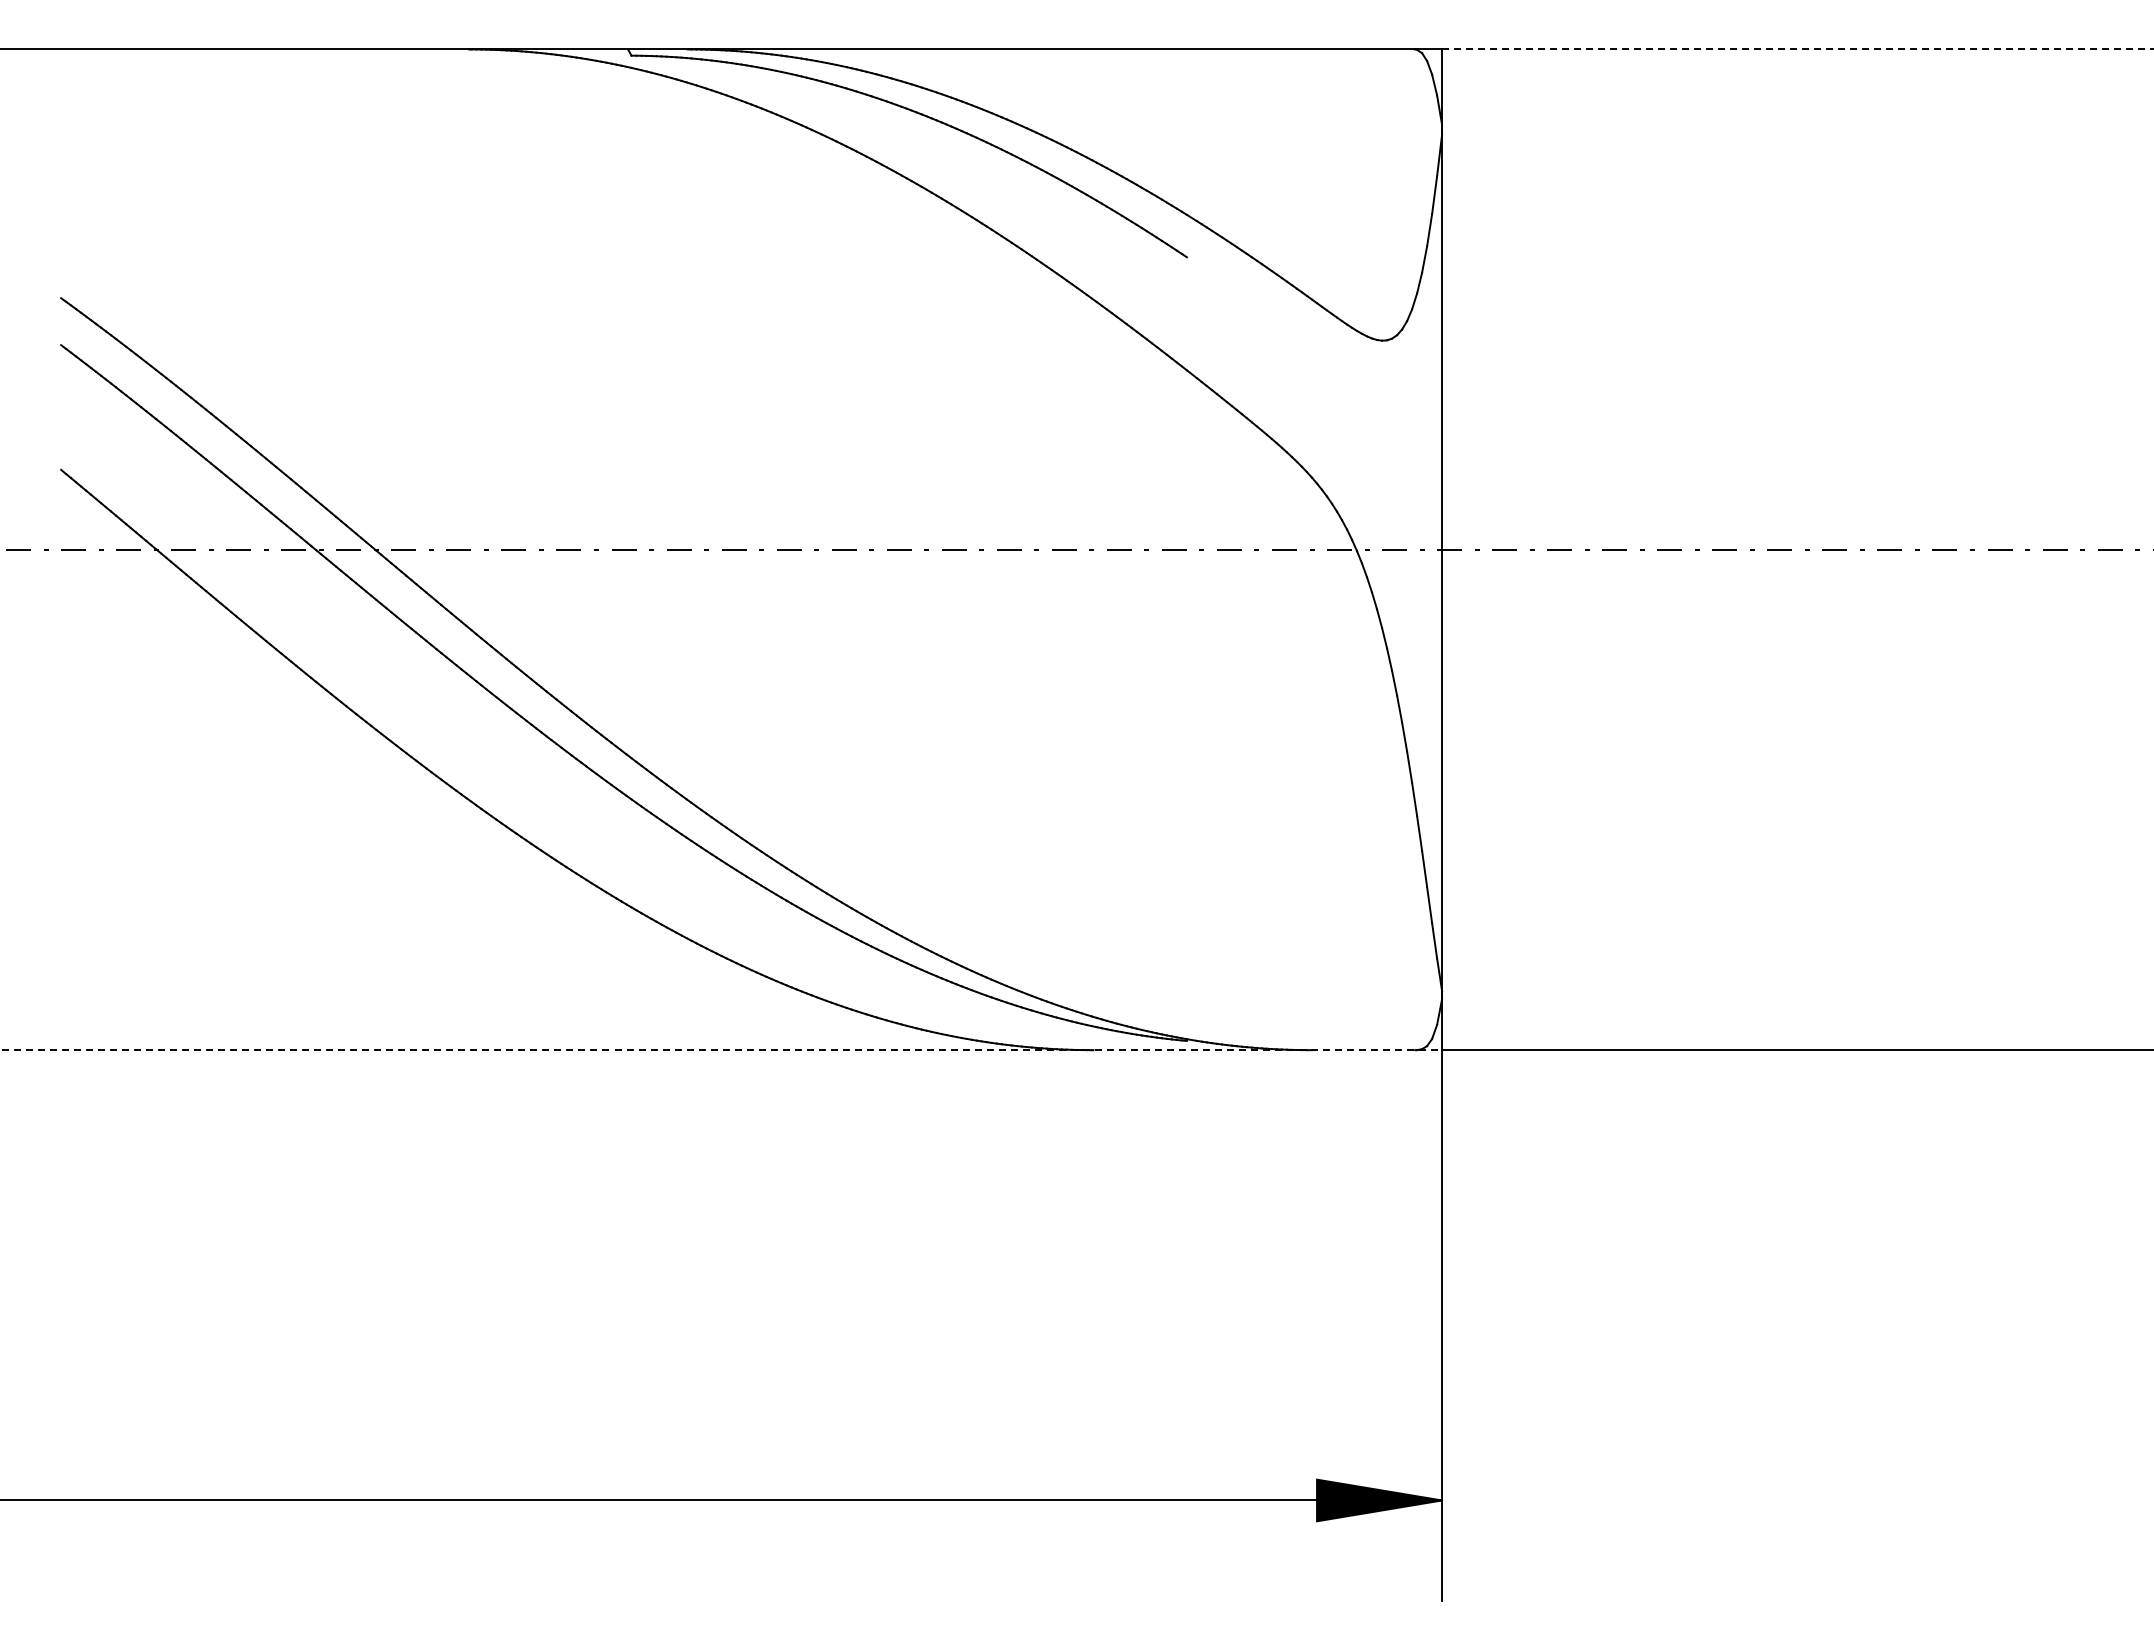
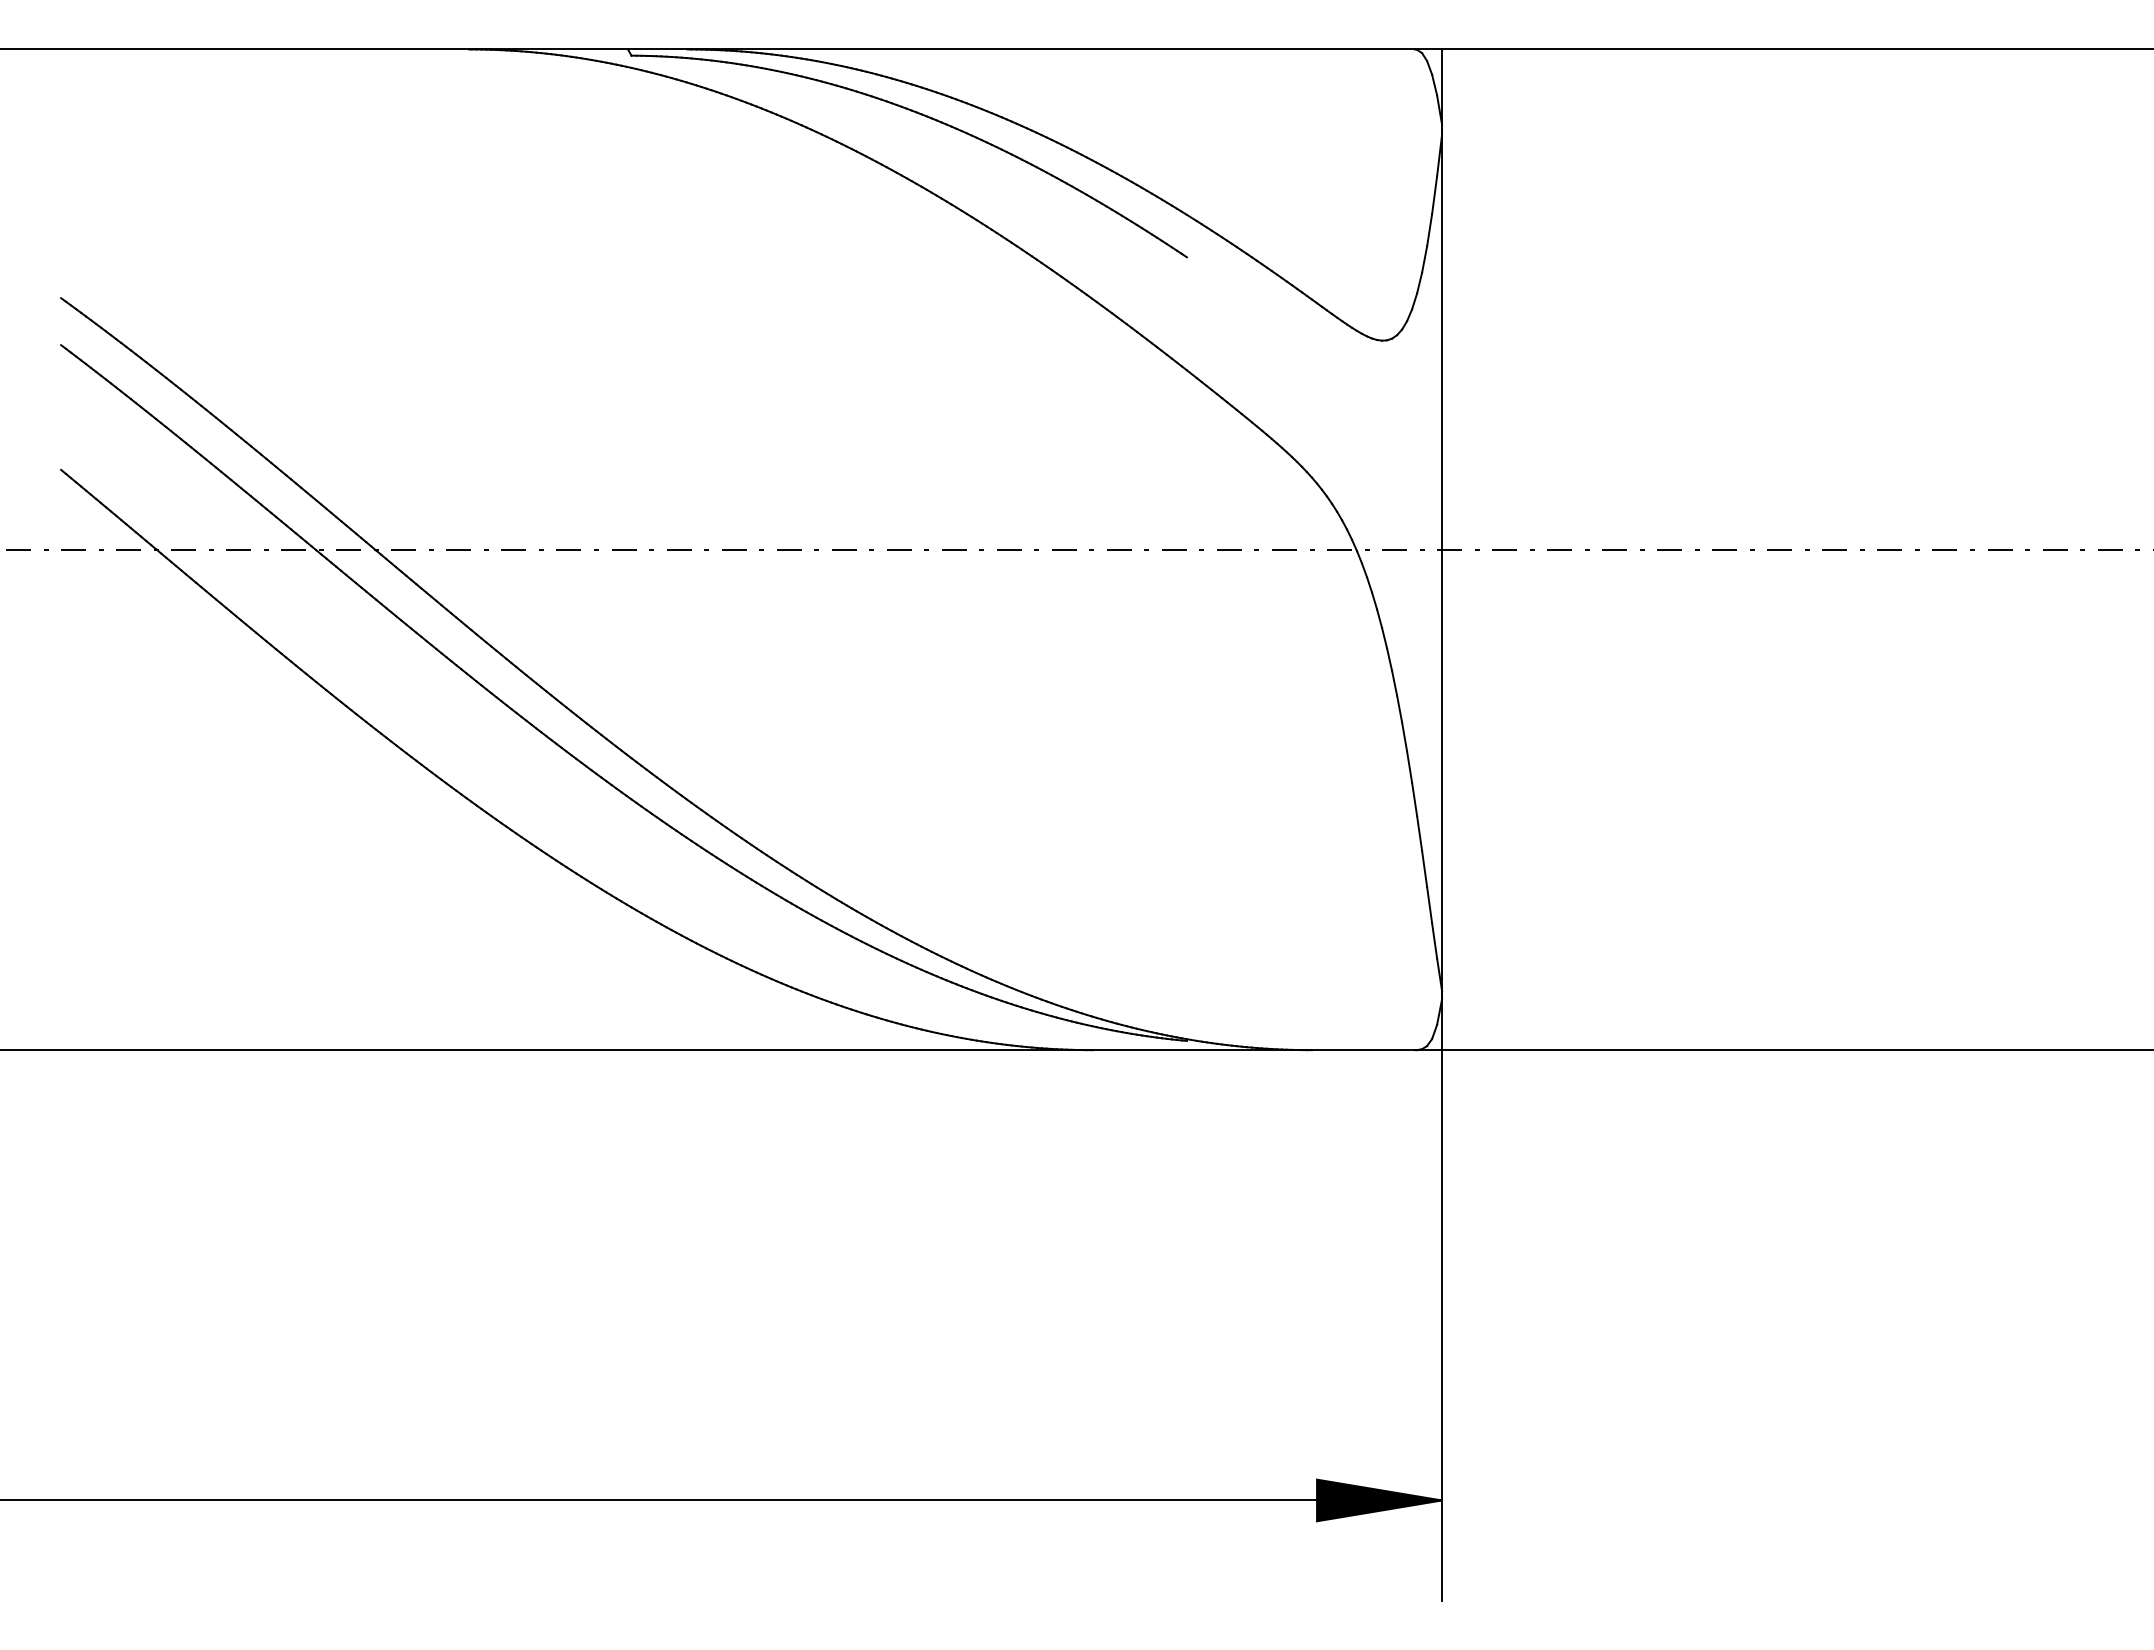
line at (1798, 49): dashed -> solid
line at (721, 1050): dashed -> solid
